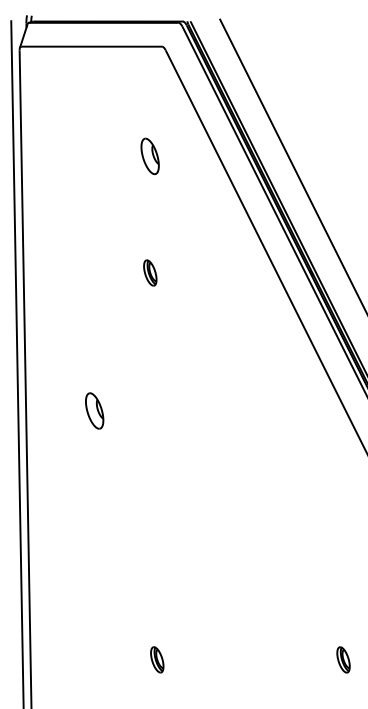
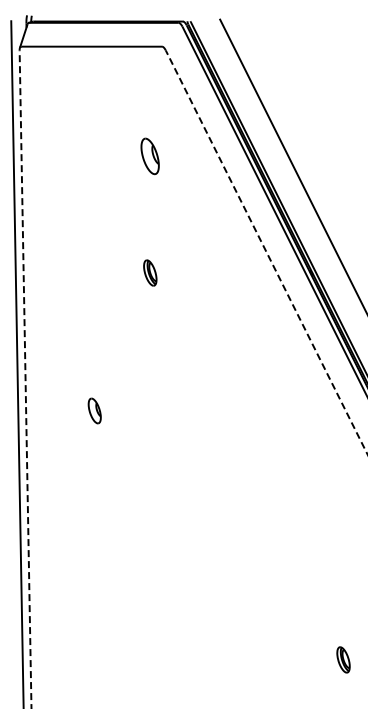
line at (266, 252): solid -> dashed
line at (25, 379): solid -> dashed
part at (94, 410) size: 20x38 px -> 15x28 px
part at (157, 659): present -> none
